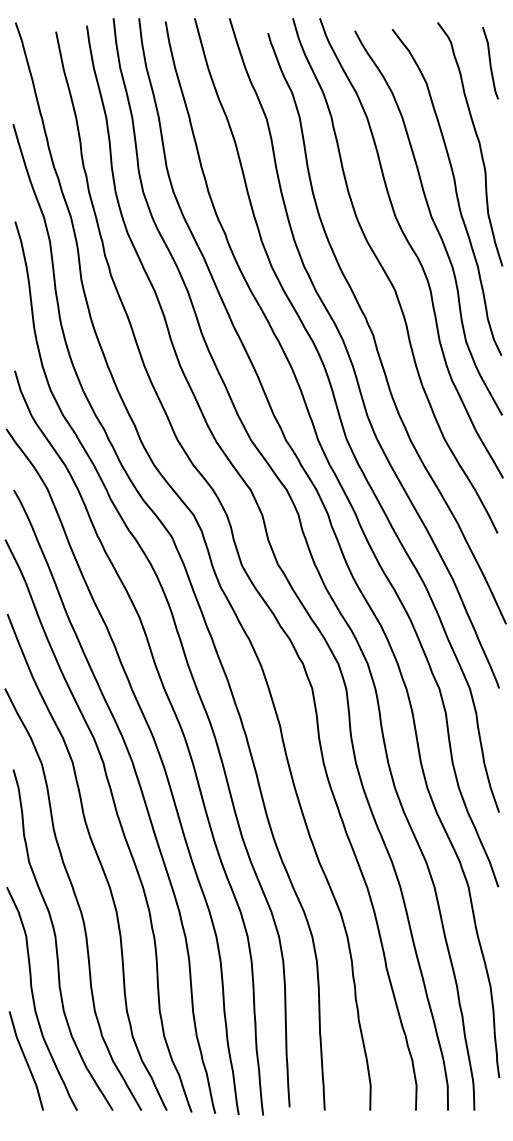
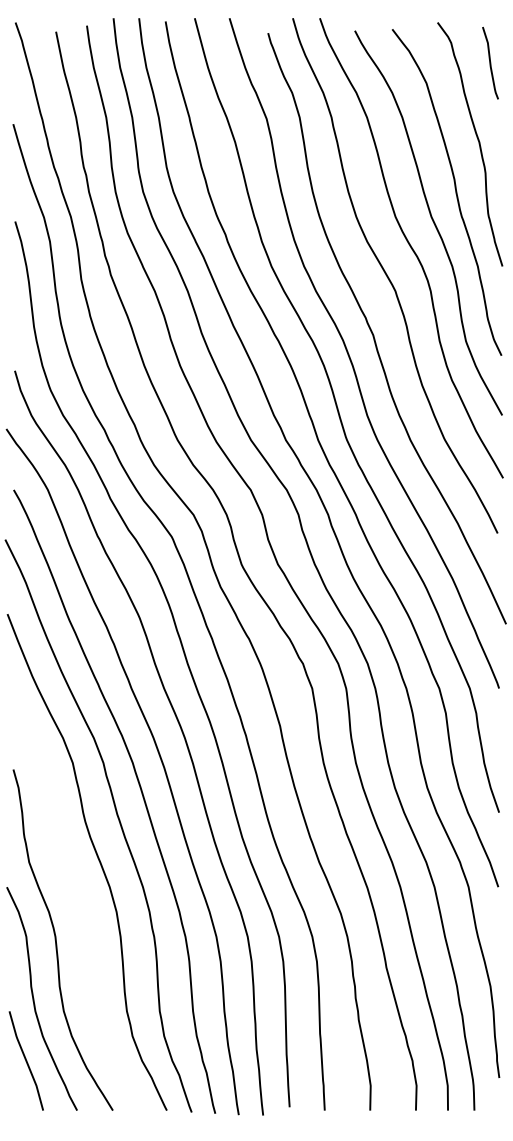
curve at (75, 899): present -> none
